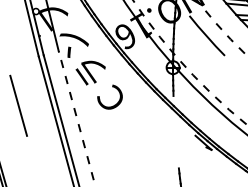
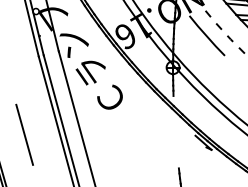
arc at (185, 67): dashed -> solid
line at (18, 105) position: (18, 105) -> (24, 134)
line at (77, 118): dashed -> solid
